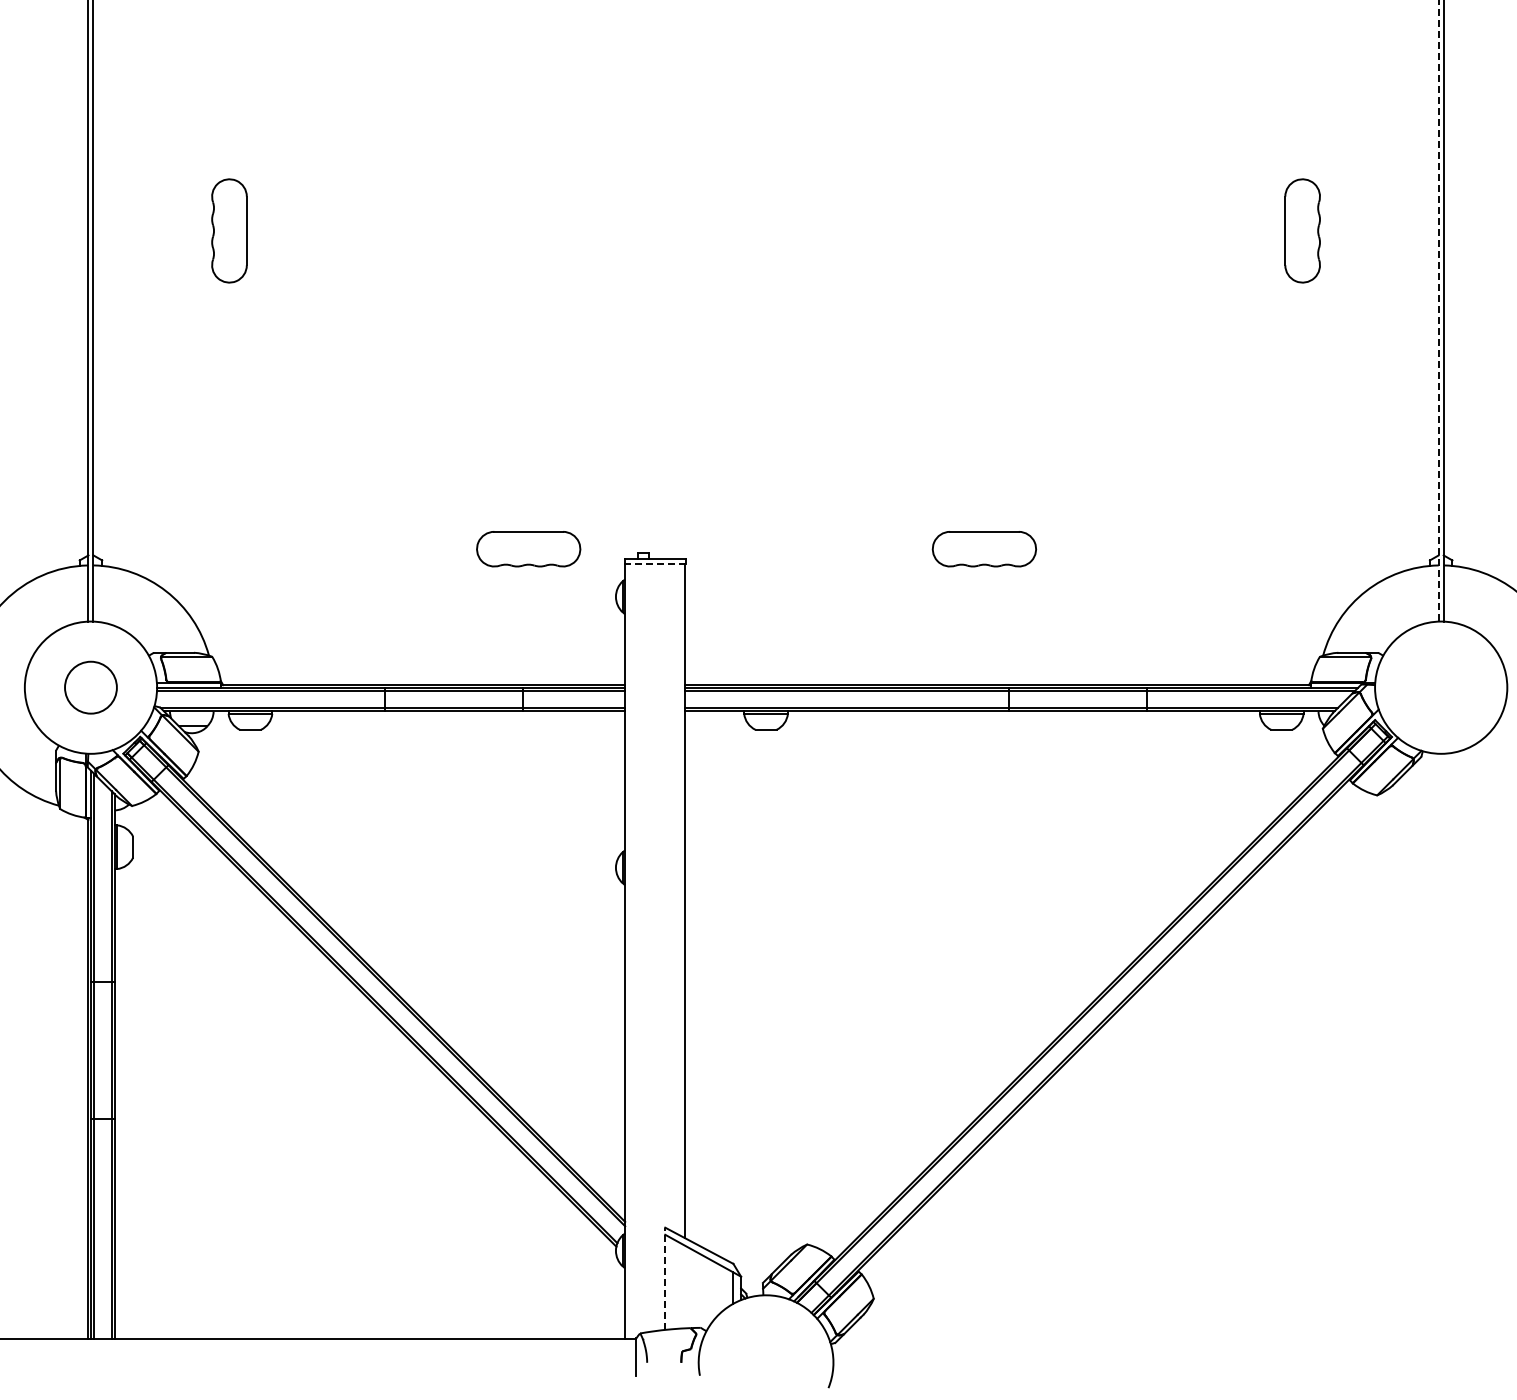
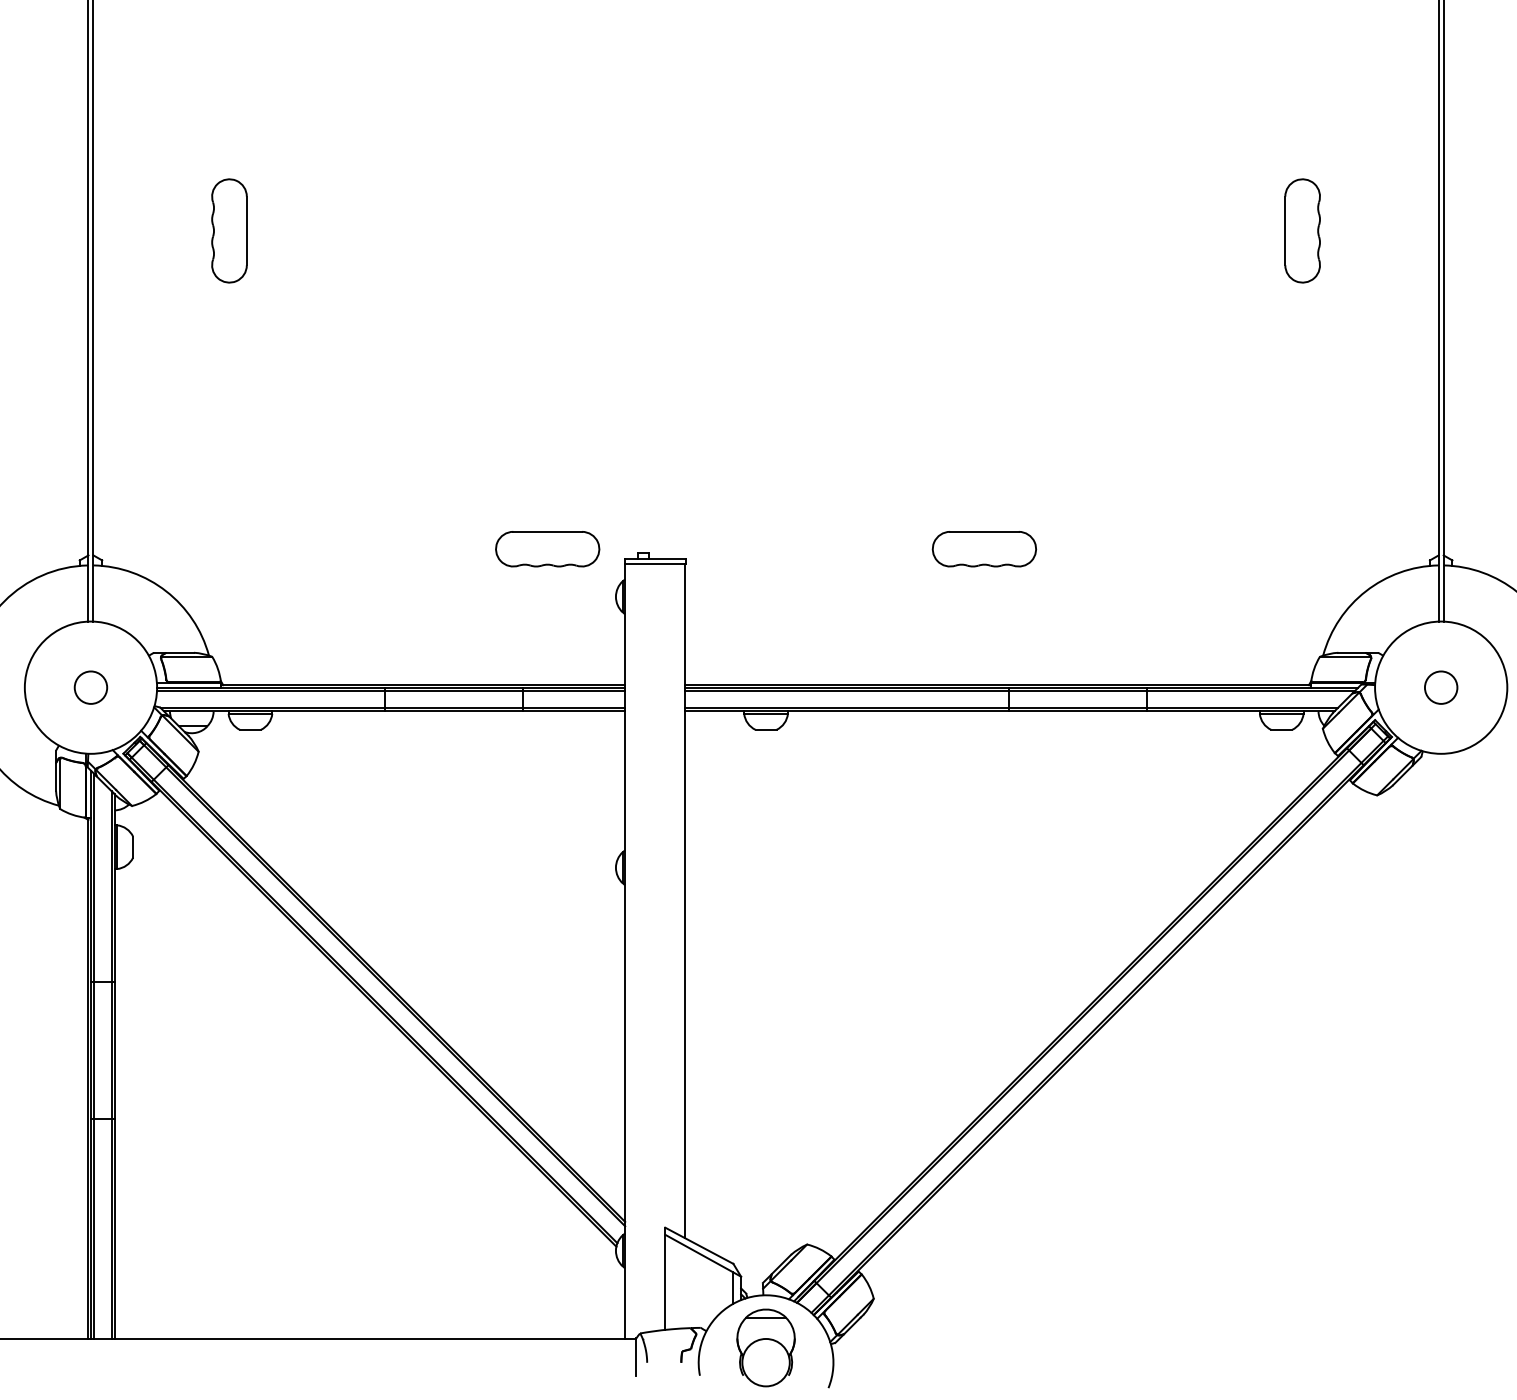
line at (1438, 311): dashed -> solid
part at (528, 549) position: (528, 549) -> (547, 549)
line at (654, 564): dashed -> solid
circle at (90, 687) diameter: 52 px -> 32 px
circle at (1441, 687): none -> present
line at (665, 1278): dashed -> solid
part at (765, 1347): none -> present
